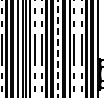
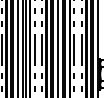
line at (58, 48): dashed -> solid
